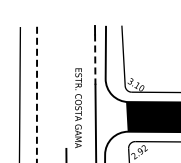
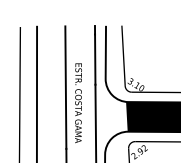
line at (95, 60): dashed -> solid
line at (65, 87): none -> present
line at (36, 94): dashed -> solid
text at (78, 108) position: (78, 108) -> (78, 103)
